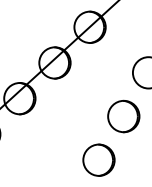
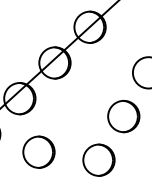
circle at (38, 151): none -> present
